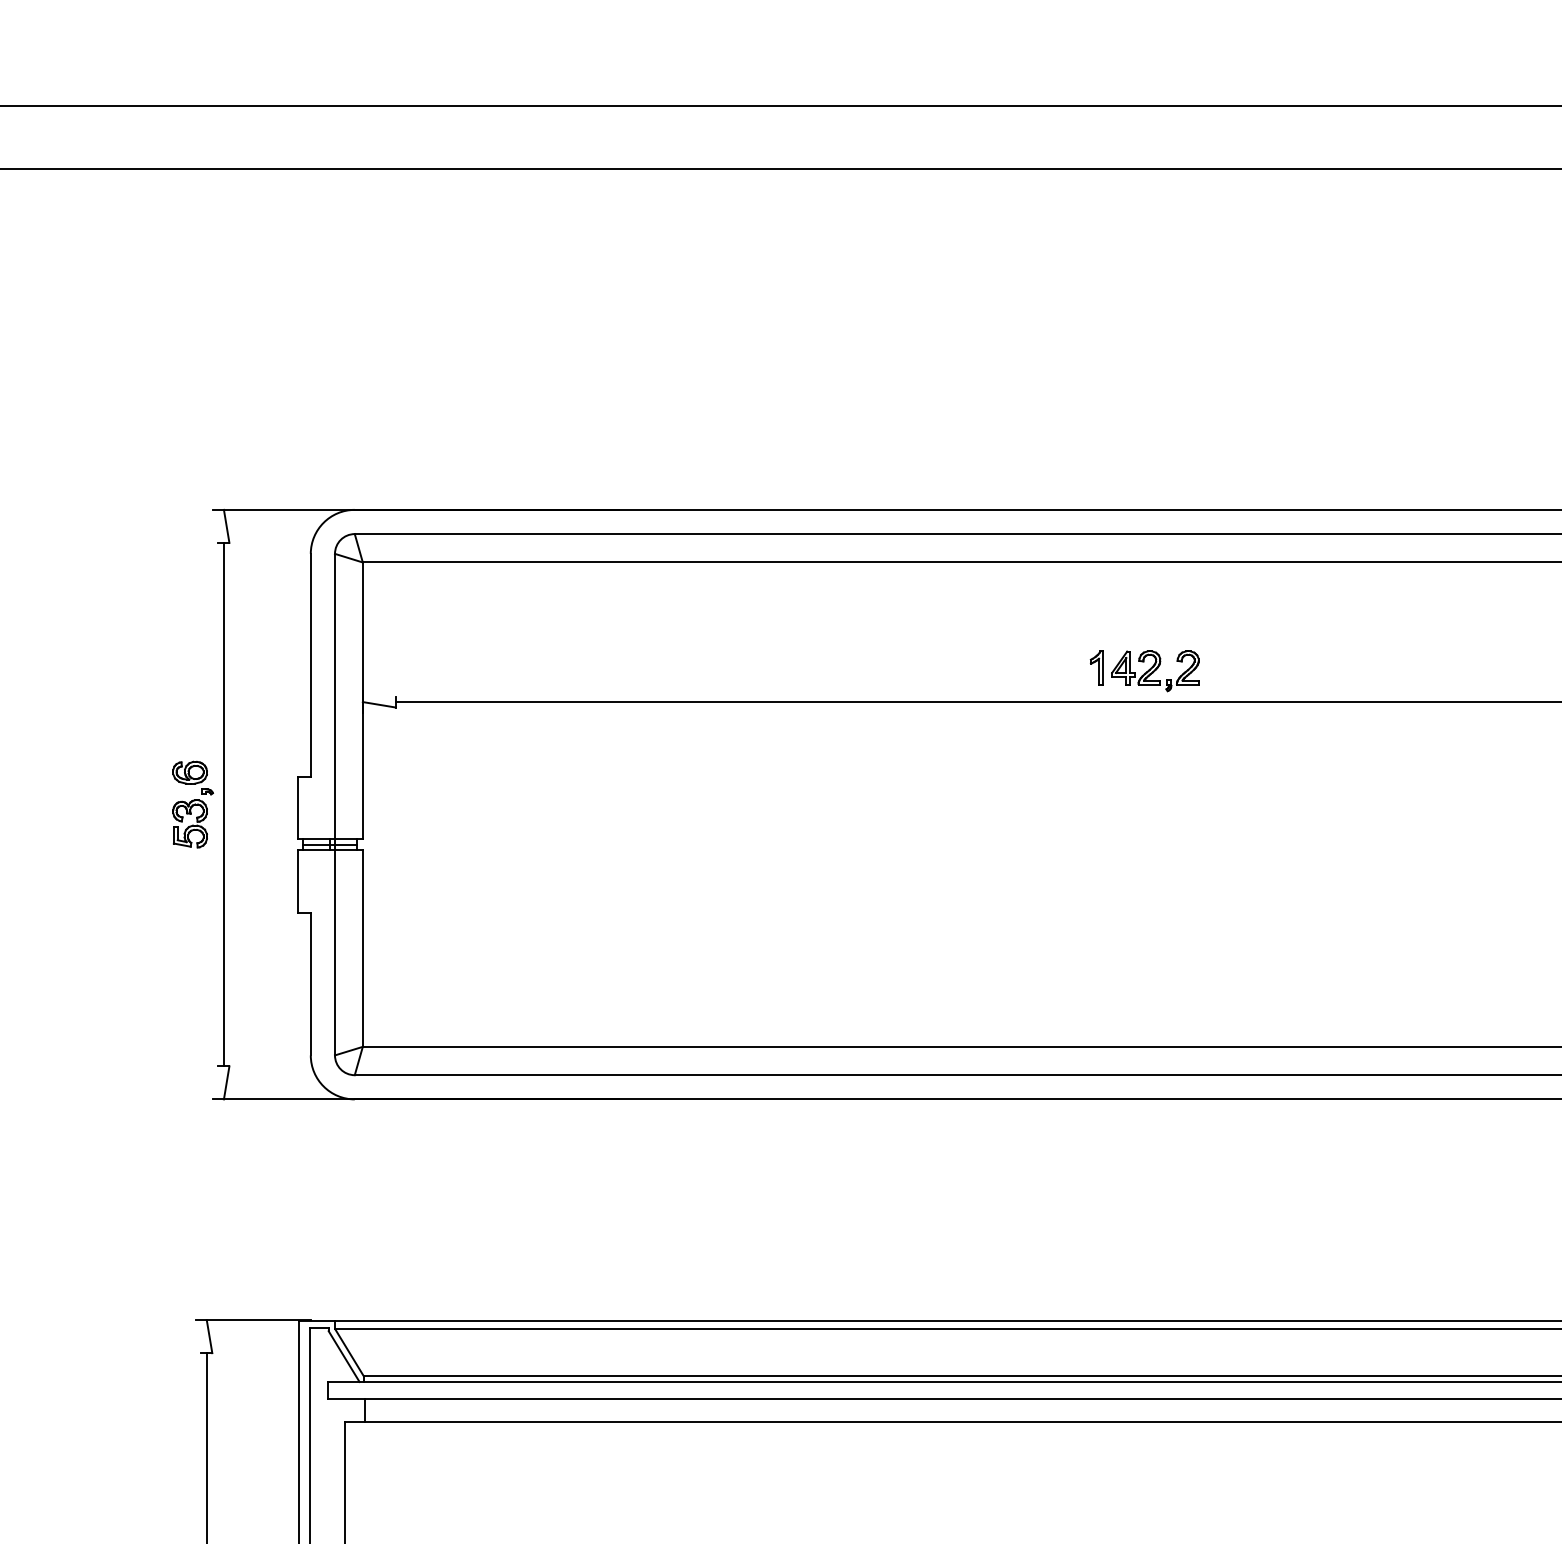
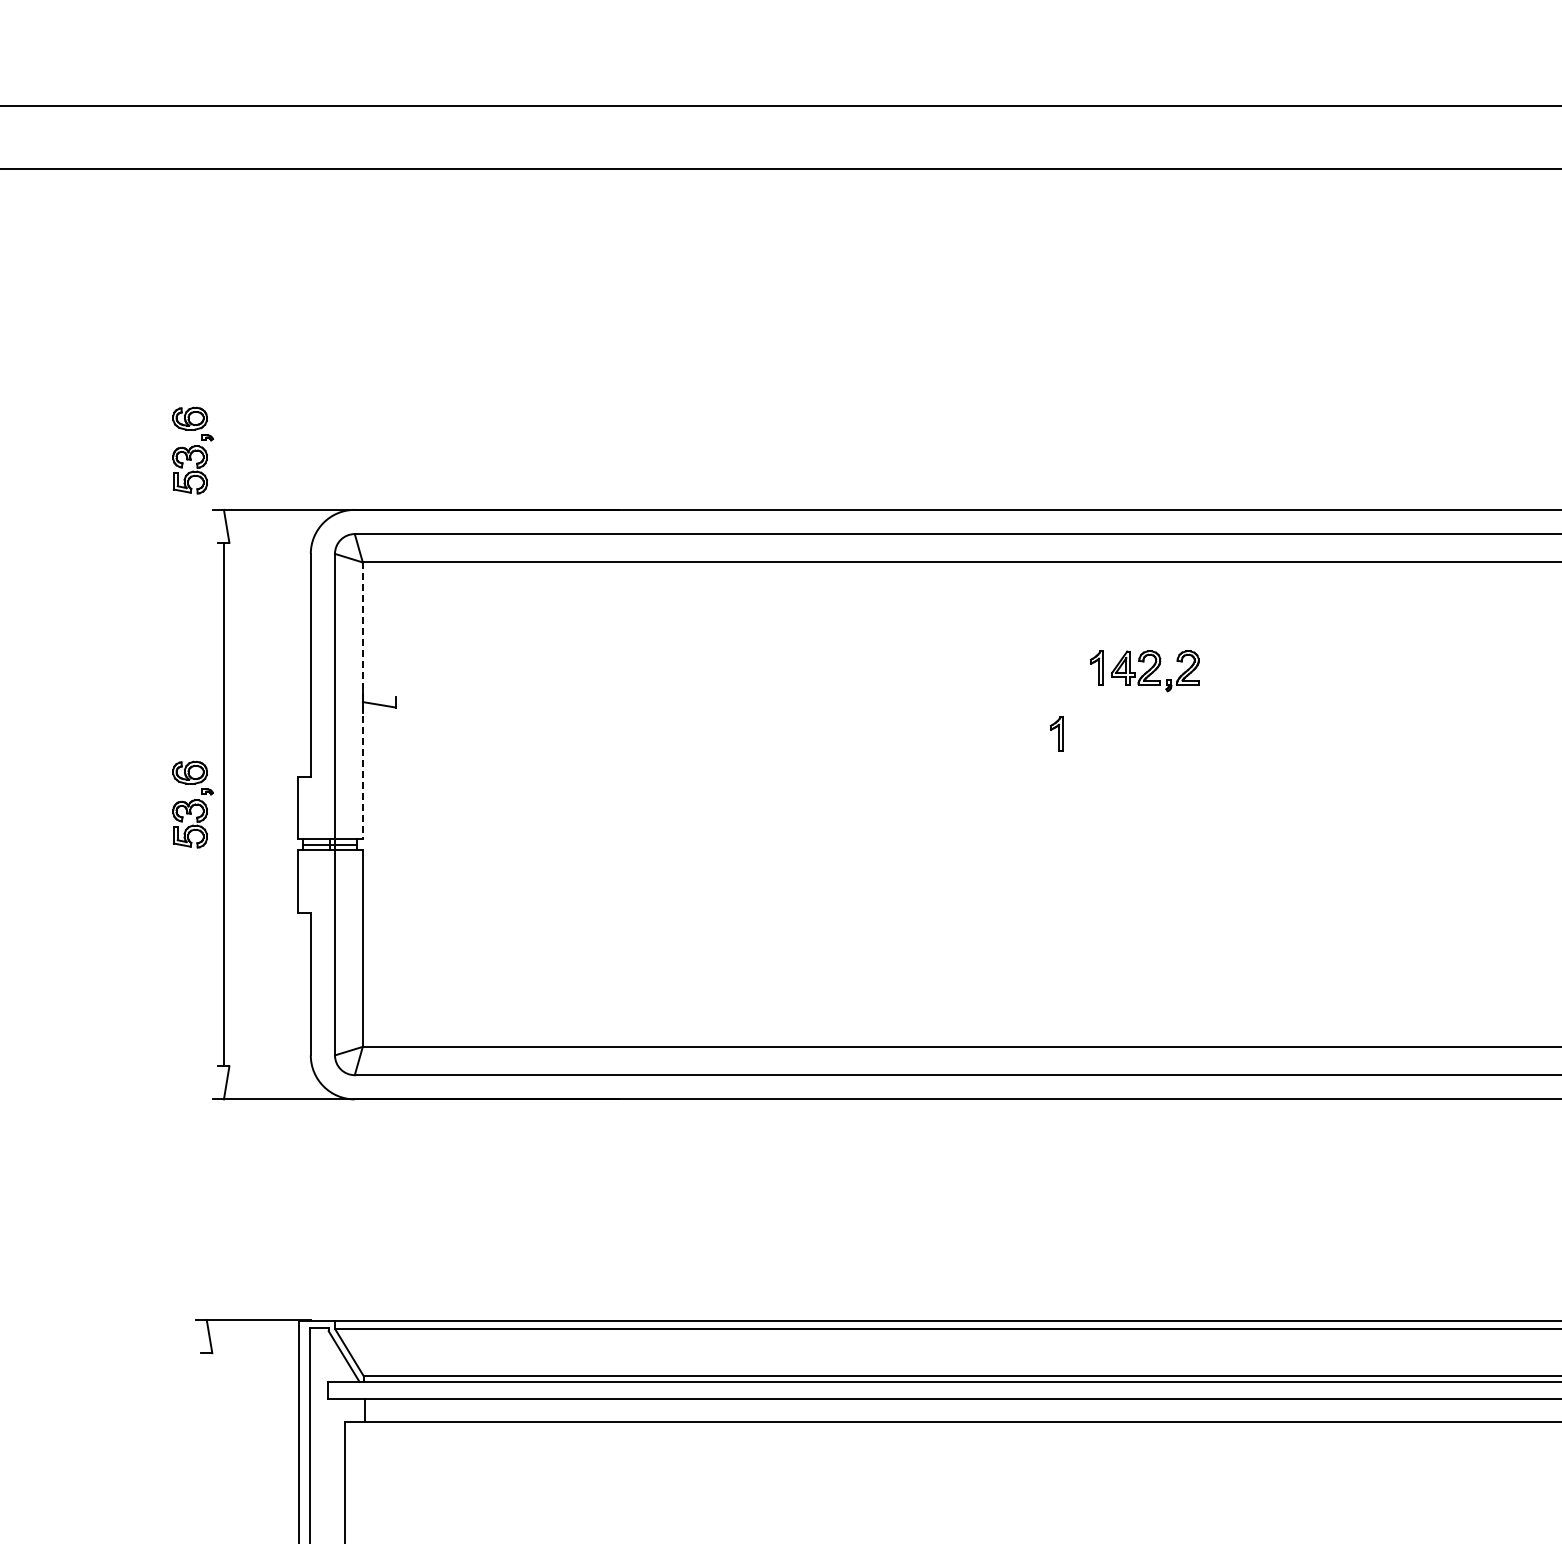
part at (192, 450): none -> present
line at (362, 701): solid -> dashed
line at (976, 702): present -> none
part at (1056, 733): none -> present
line at (206, 1446): present -> none
